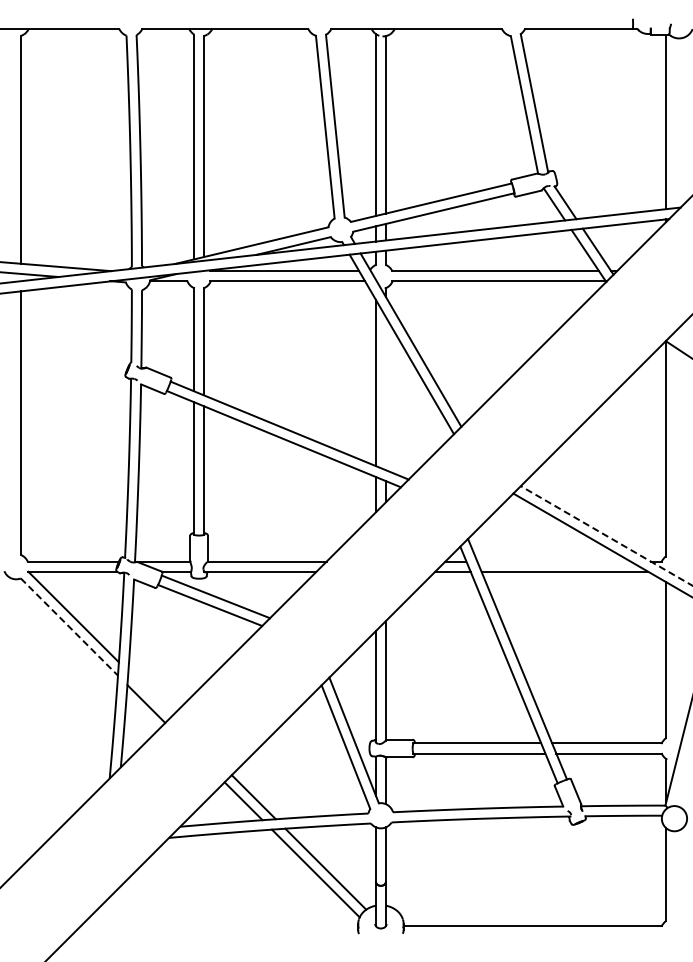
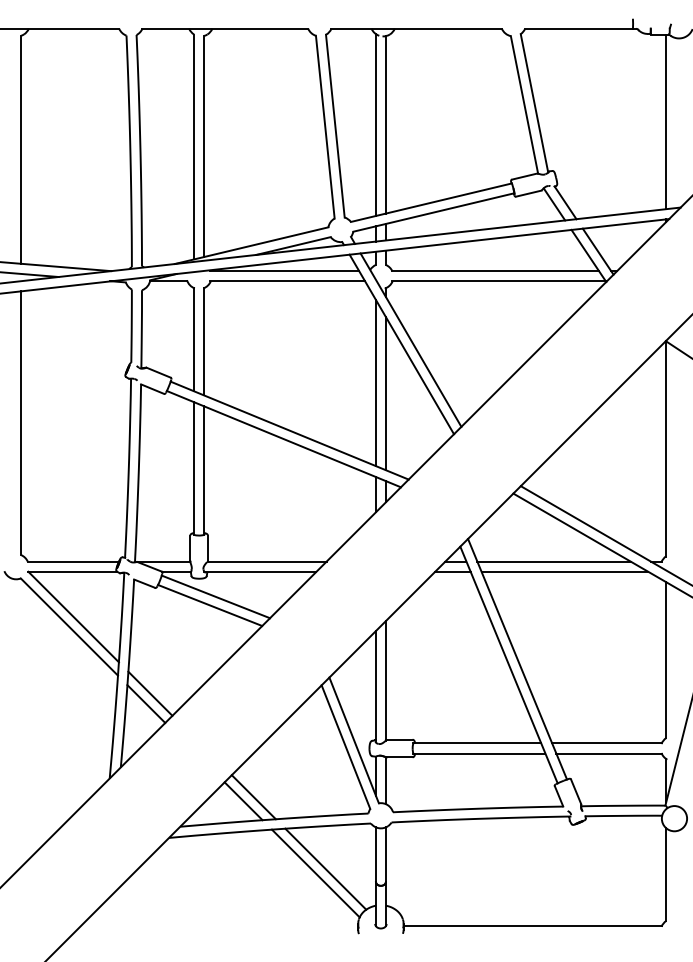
line at (385, 393): none -> present
line at (606, 535): dashed -> solid
line at (553, 561): none -> present
line at (69, 627): dashed -> solid
line at (150, 693): none -> present
